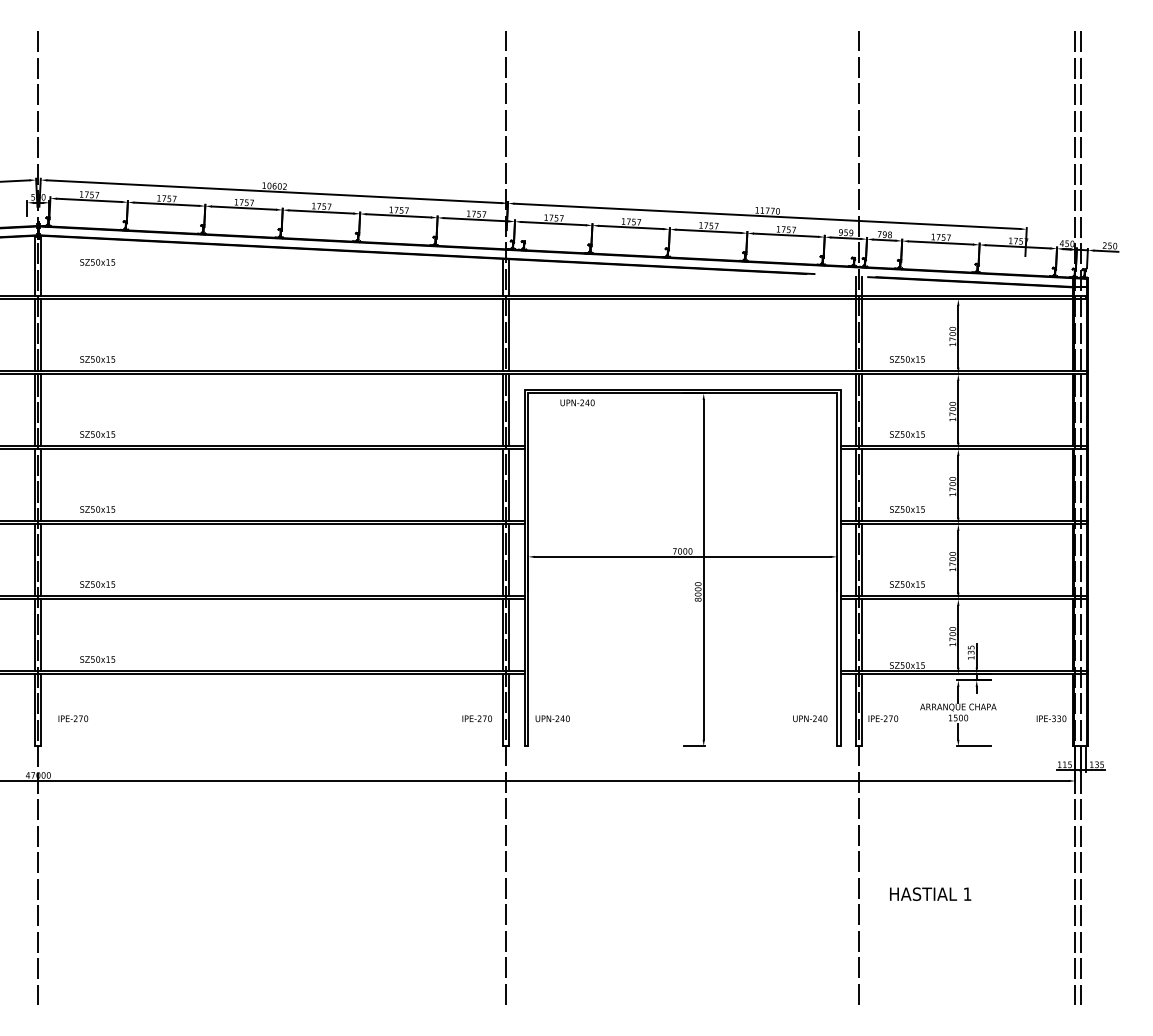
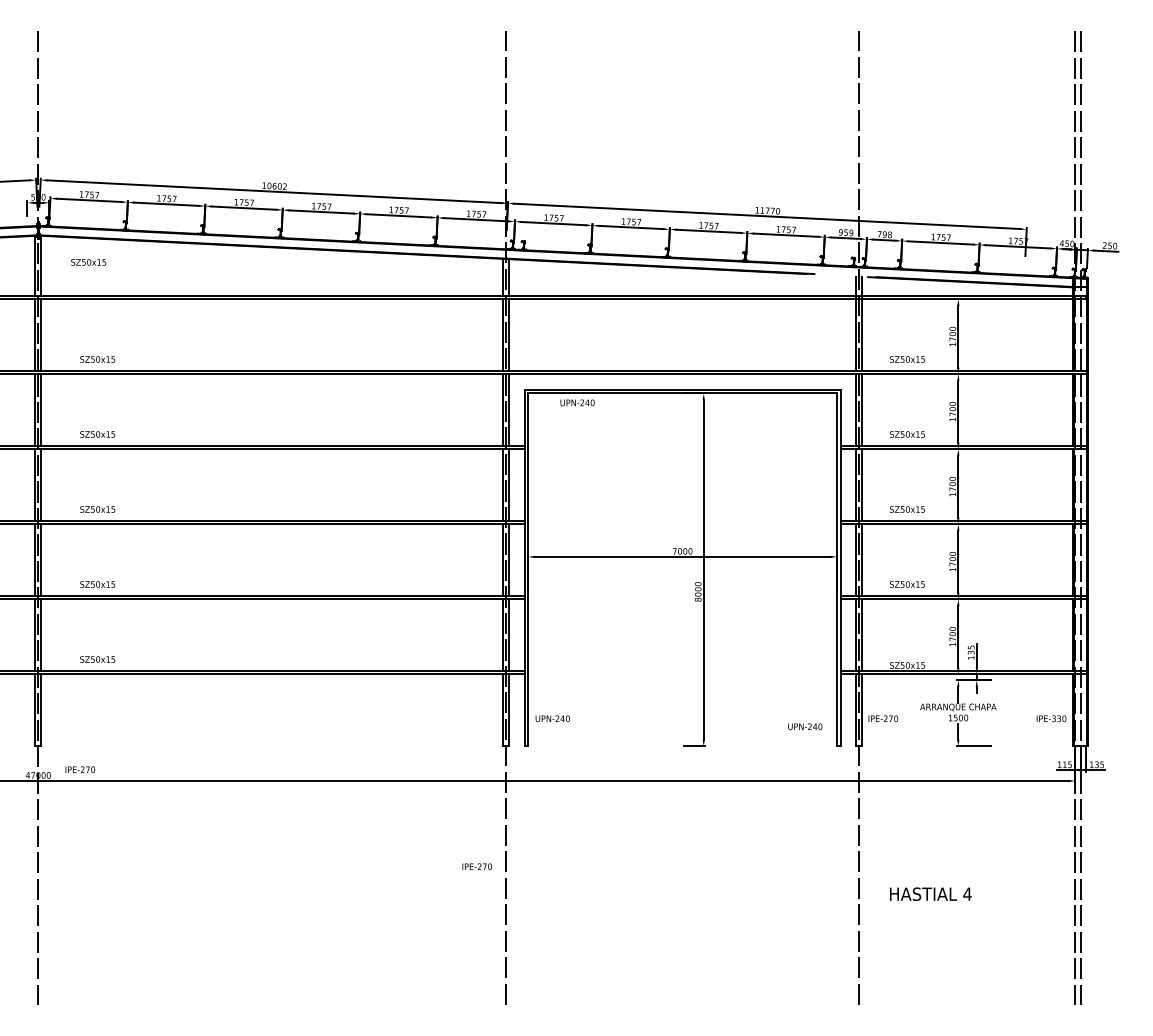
text at (97, 262) position: (97, 262) -> (88, 262)
text at (73, 718) position: (73, 718) -> (80, 769)
text at (476, 718) position: (476, 718) -> (476, 866)
text at (810, 718) position: (810, 718) -> (805, 726)
text at (967, 893): 1 -> 4
